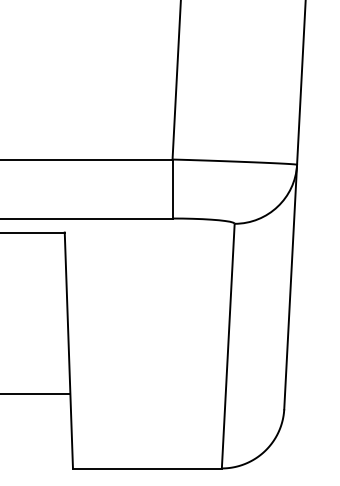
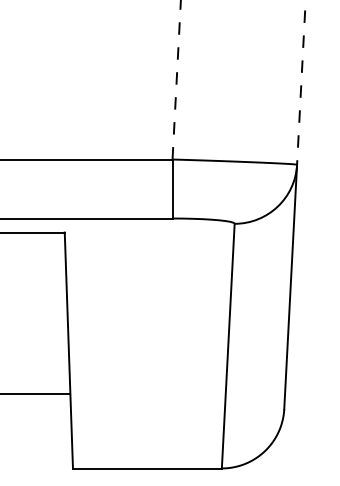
line at (176, 79): solid -> dashed
line at (301, 83): solid -> dashed
